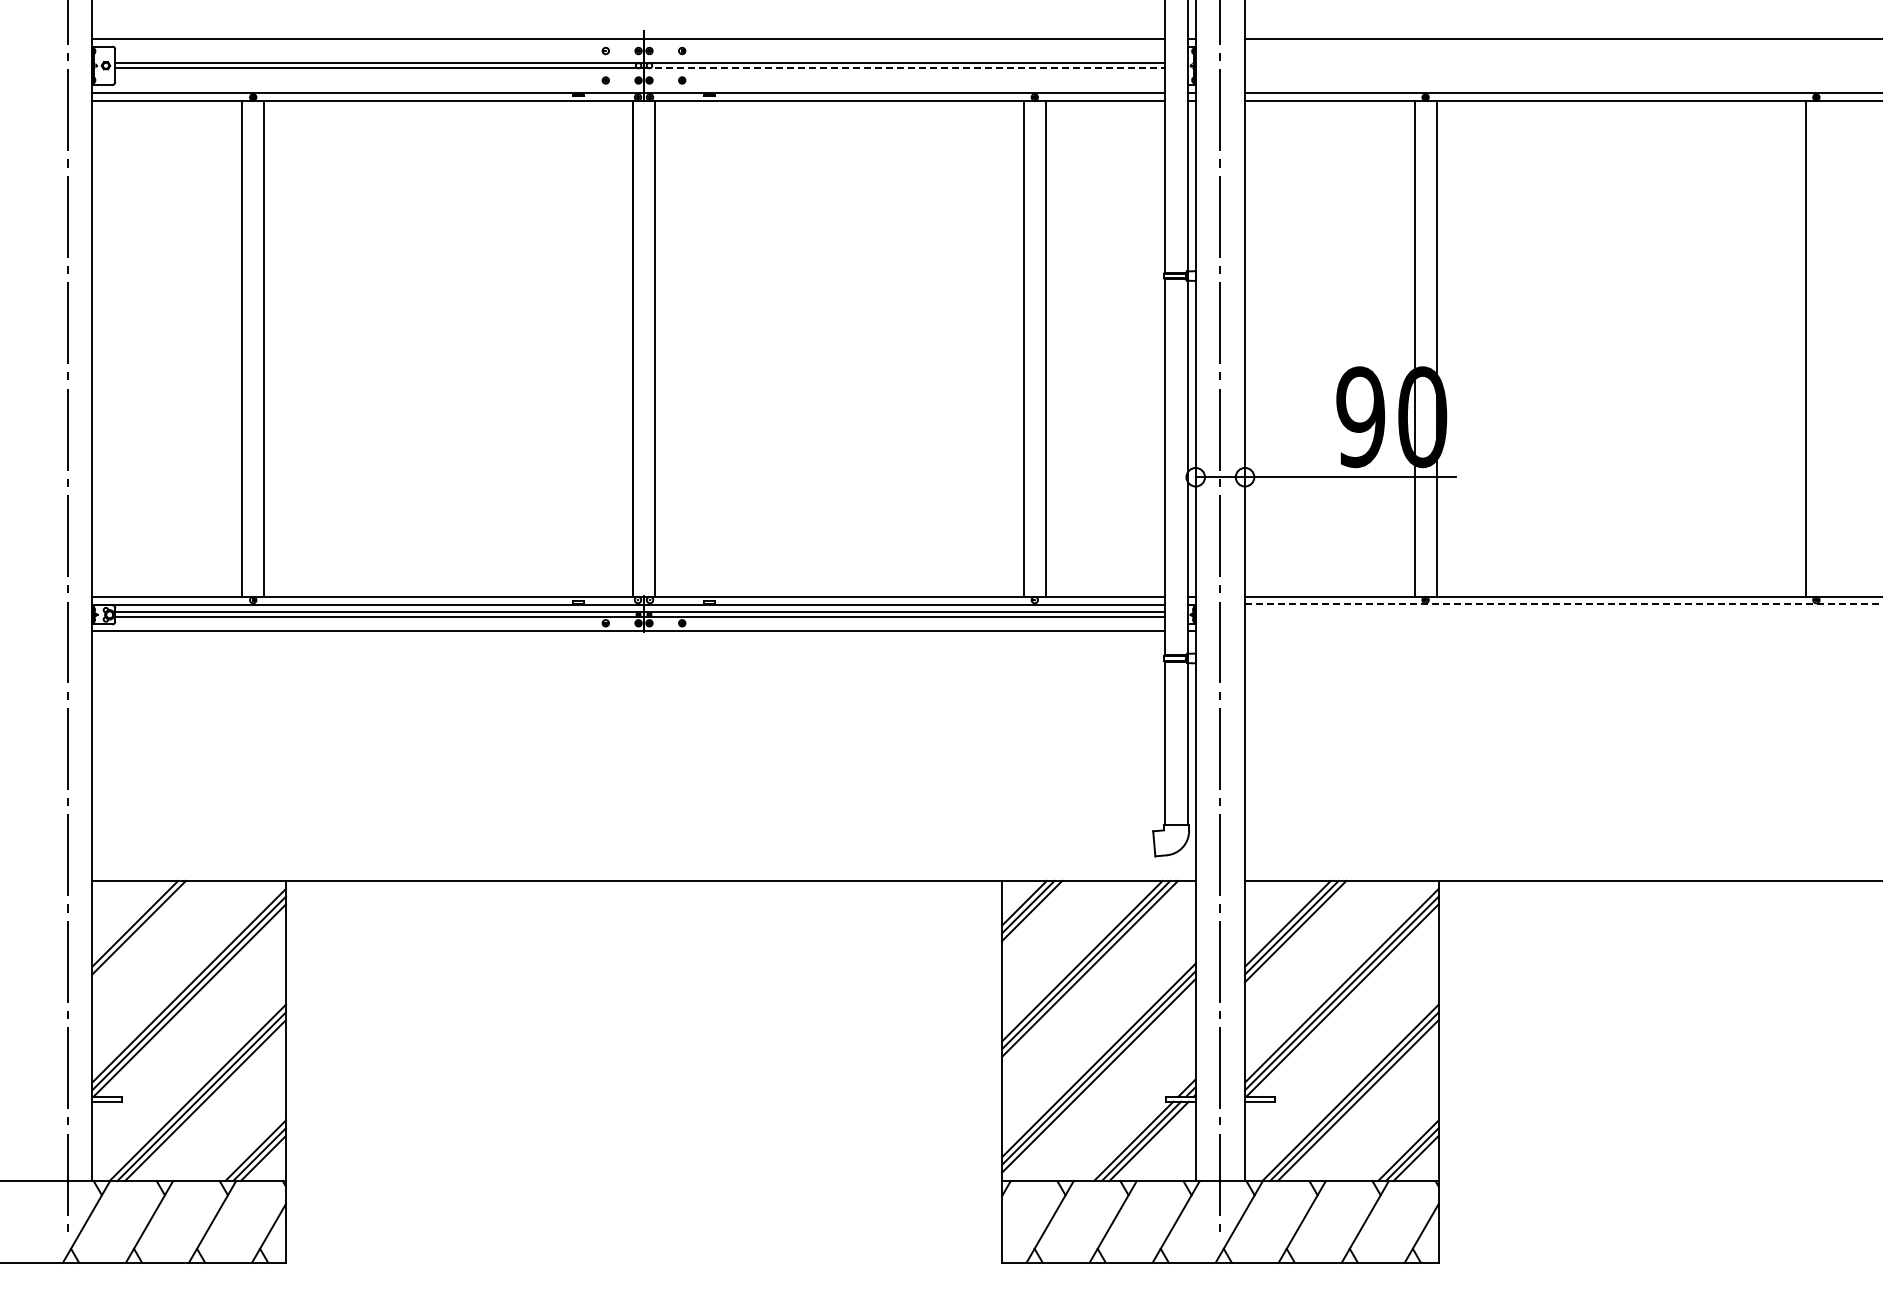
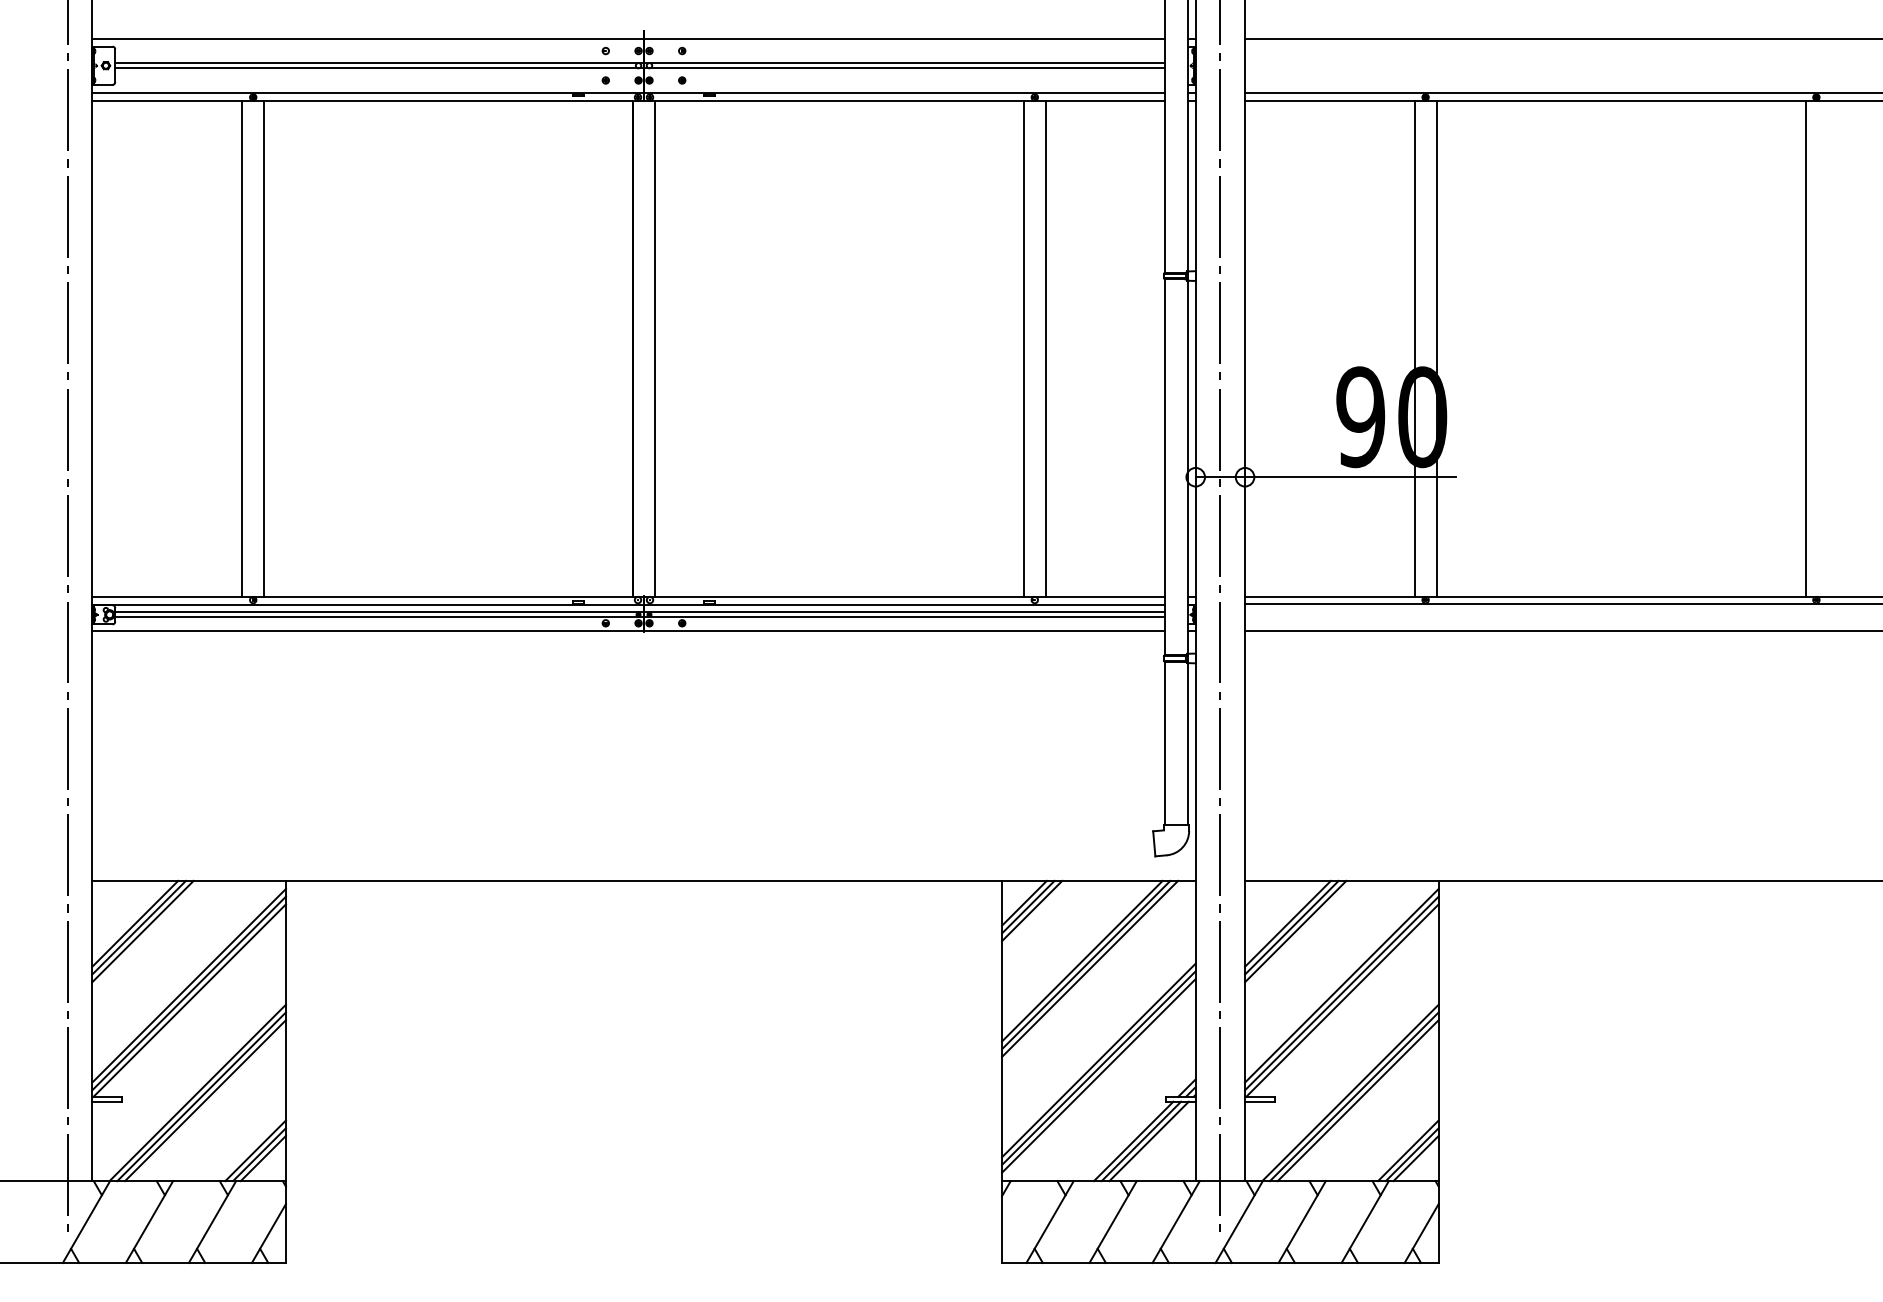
line at (904, 68): dashed -> solid
line at (1563, 604): dashed -> solid
line at (1562, 631): none -> present
line at (142, 931): none -> present
